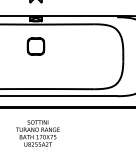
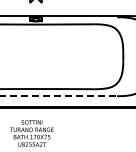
part at (35, 46): present -> none
line at (59, 96): solid -> dashed
text at (37, 133) position: (37, 133) -> (31, 133)
